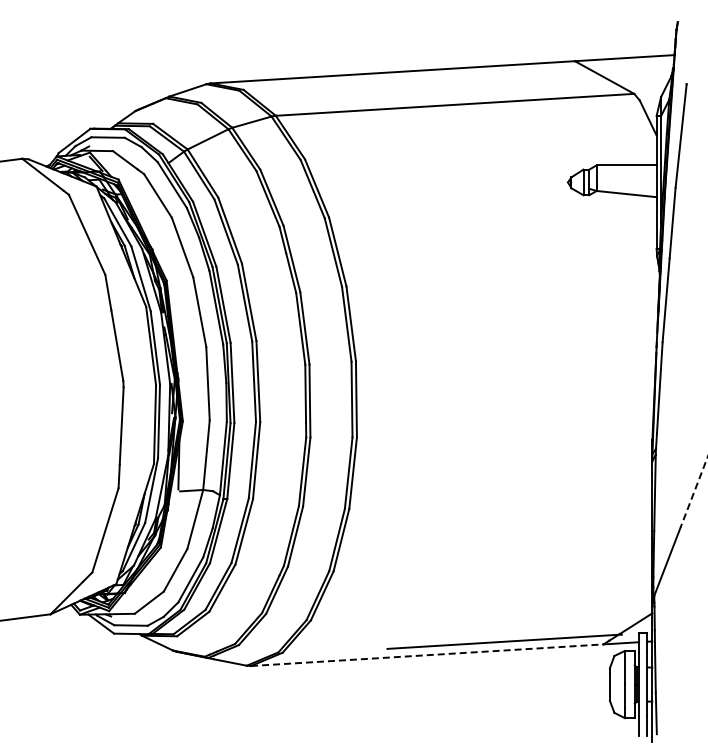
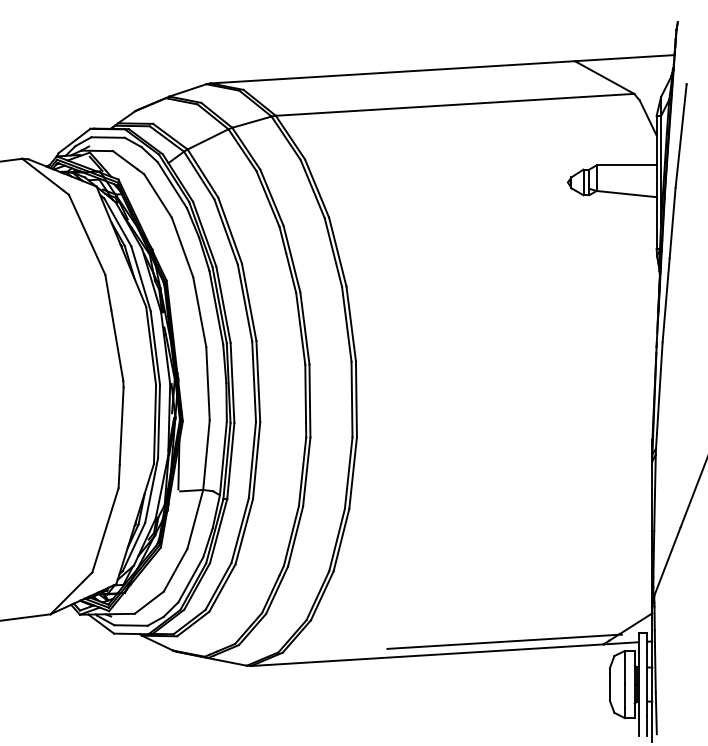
line at (694, 491): dashed -> solid
line at (427, 655): dashed -> solid
